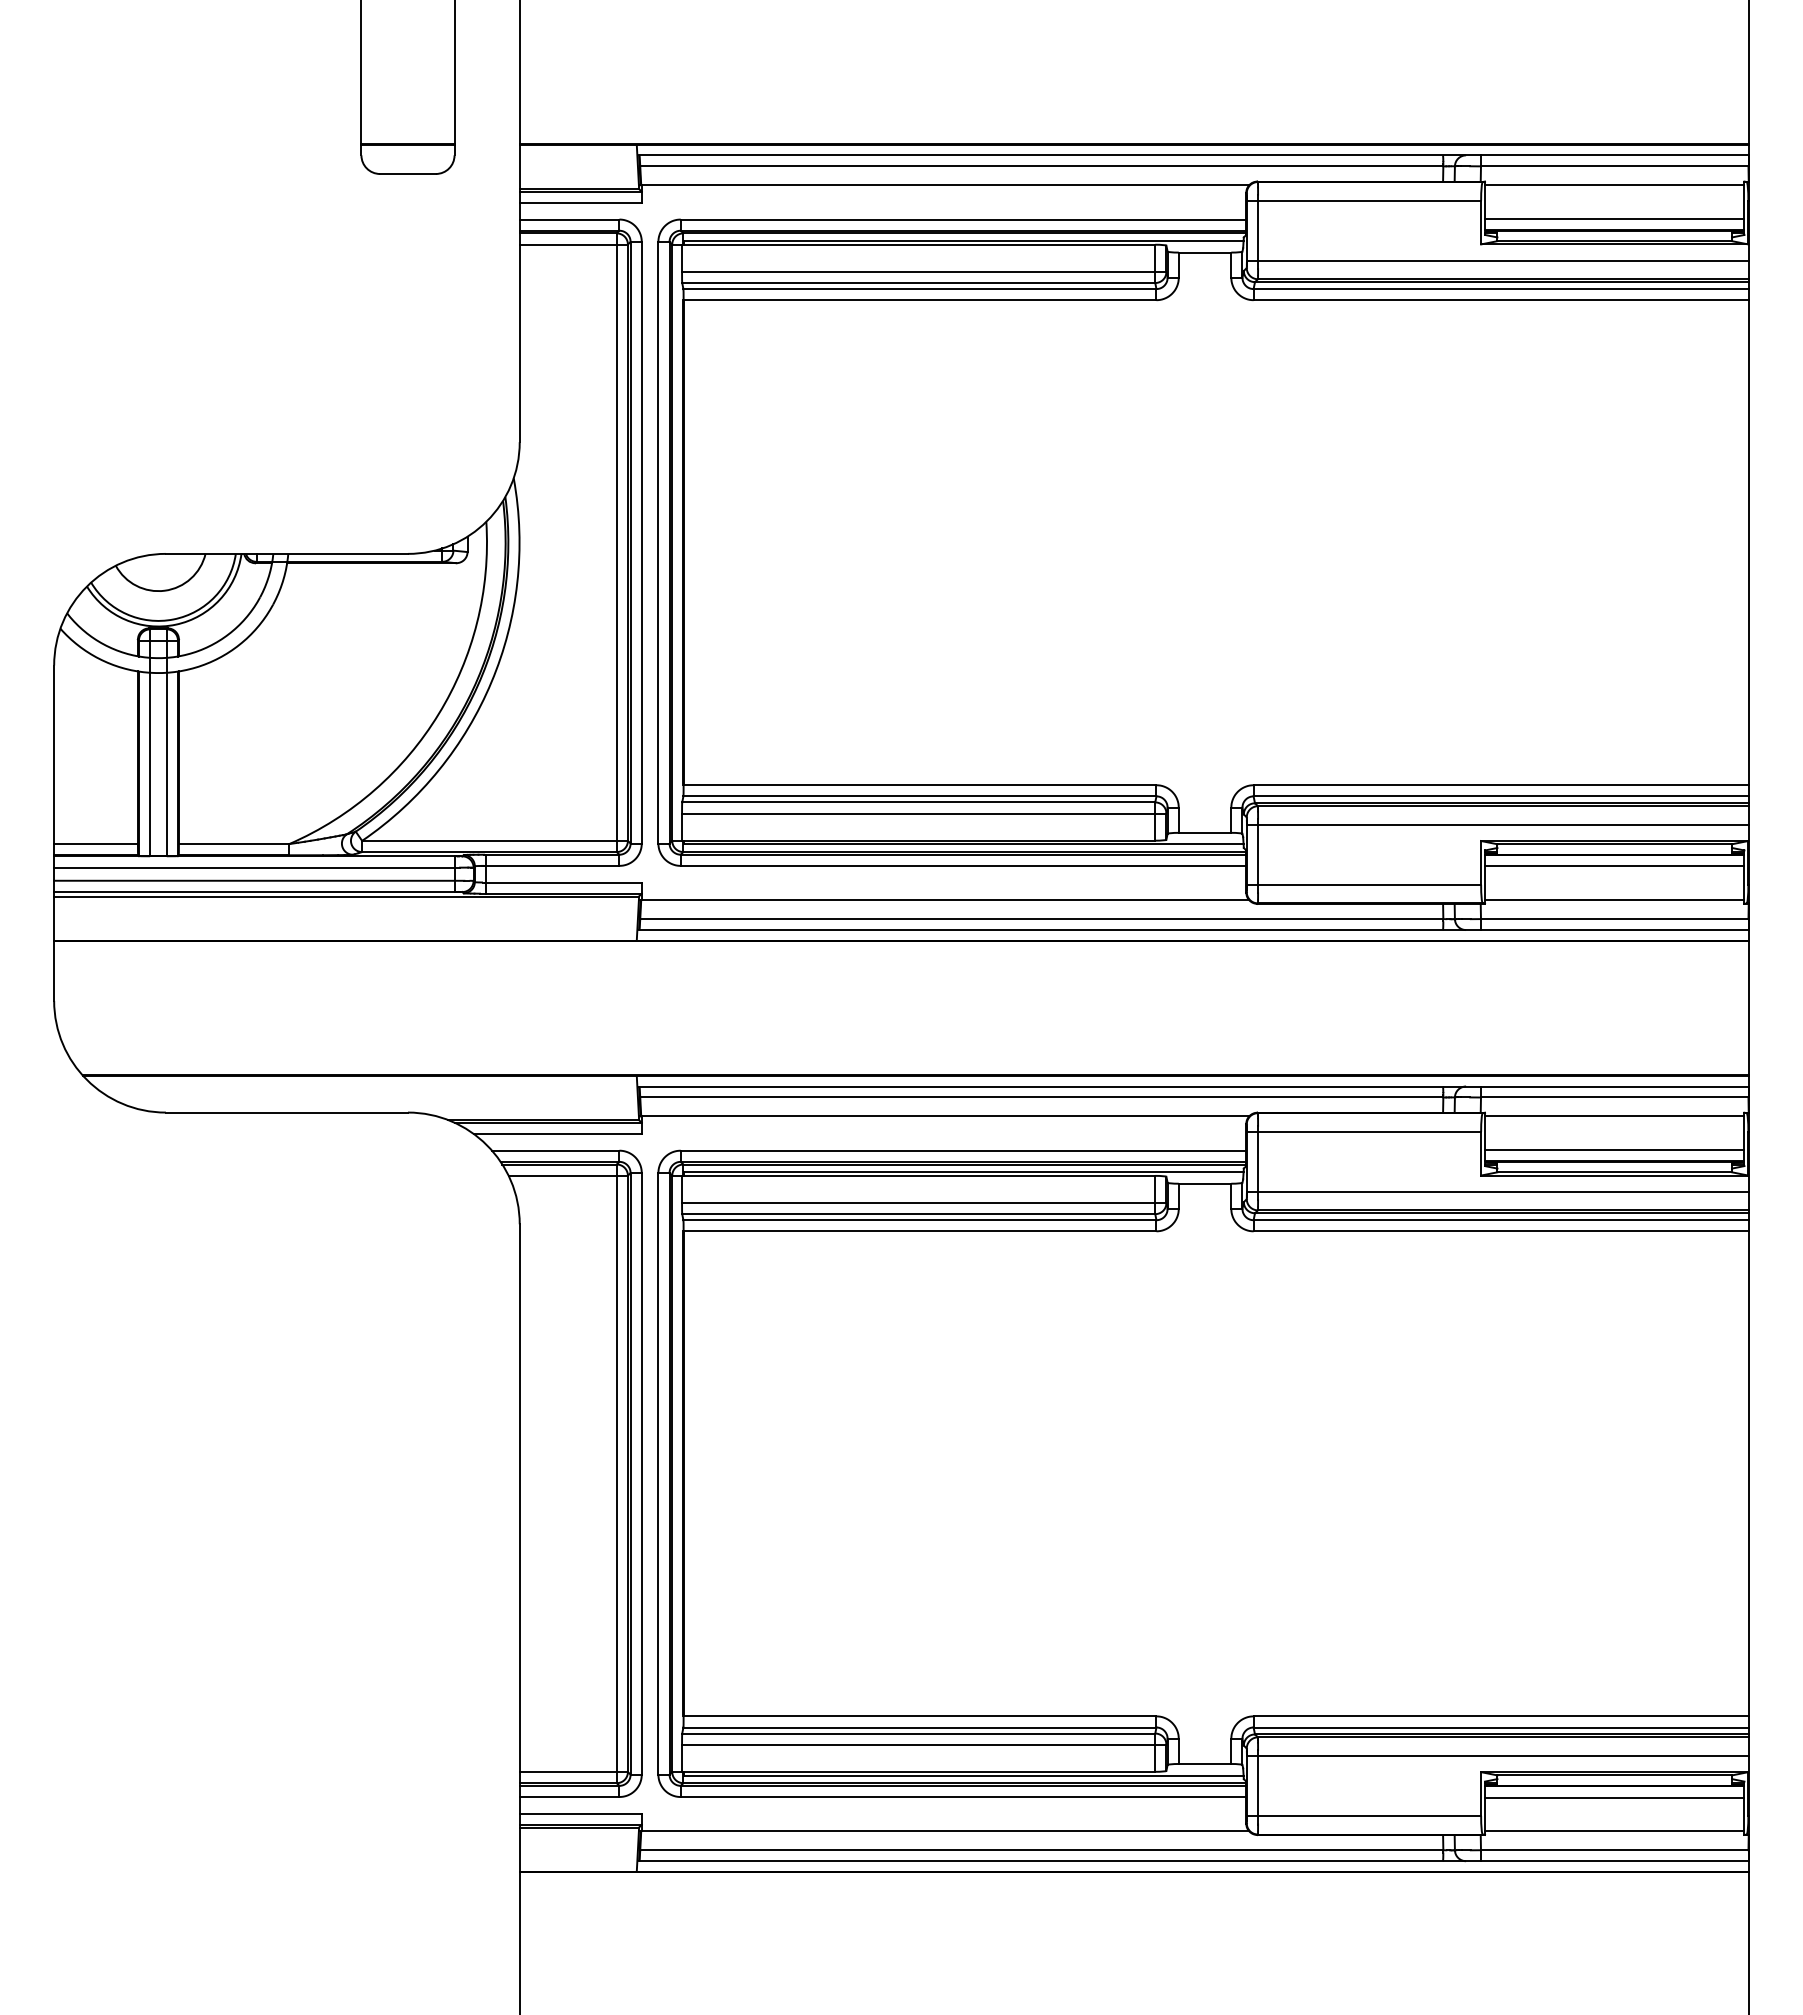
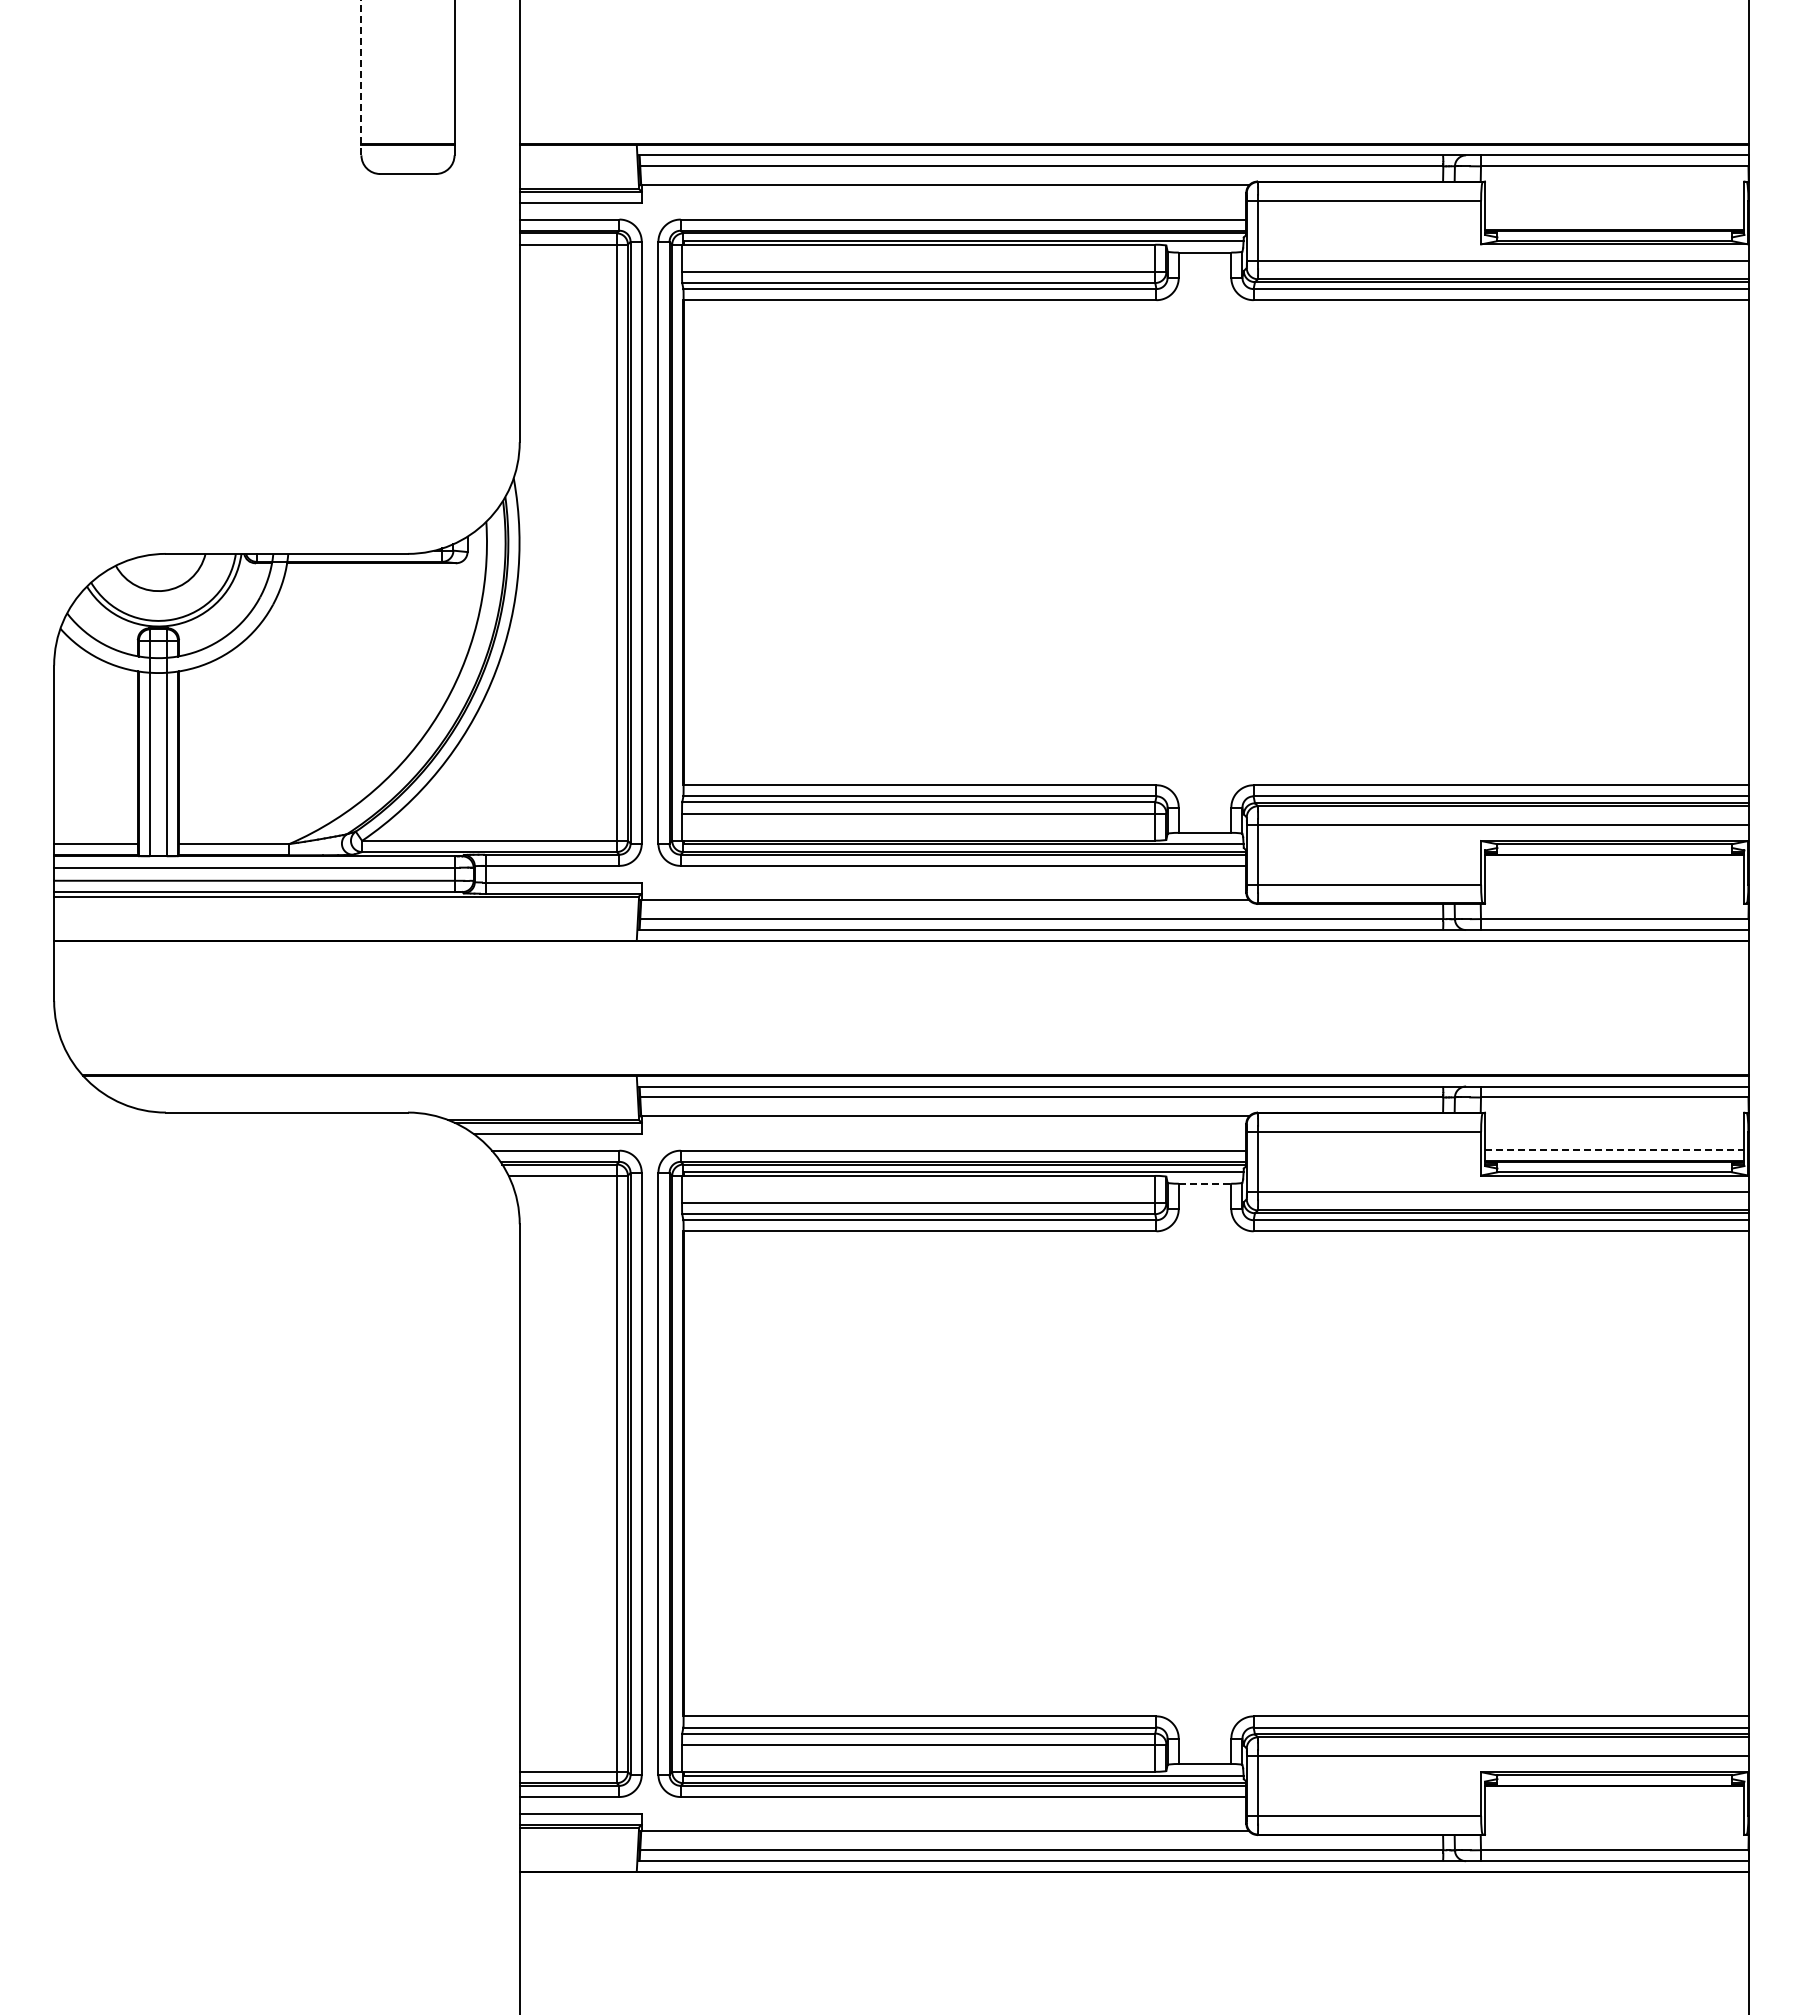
line at (361, 77): solid -> dashed
line at (1614, 185): present -> none
line at (1614, 219): present -> none
line at (1614, 866): present -> none
line at (1614, 900): present -> none
line at (1614, 1116): present -> none
line at (1614, 1150): solid -> dashed
line at (1205, 1183): solid -> dashed
line at (1614, 1797): present -> none
line at (1614, 1831): present -> none
